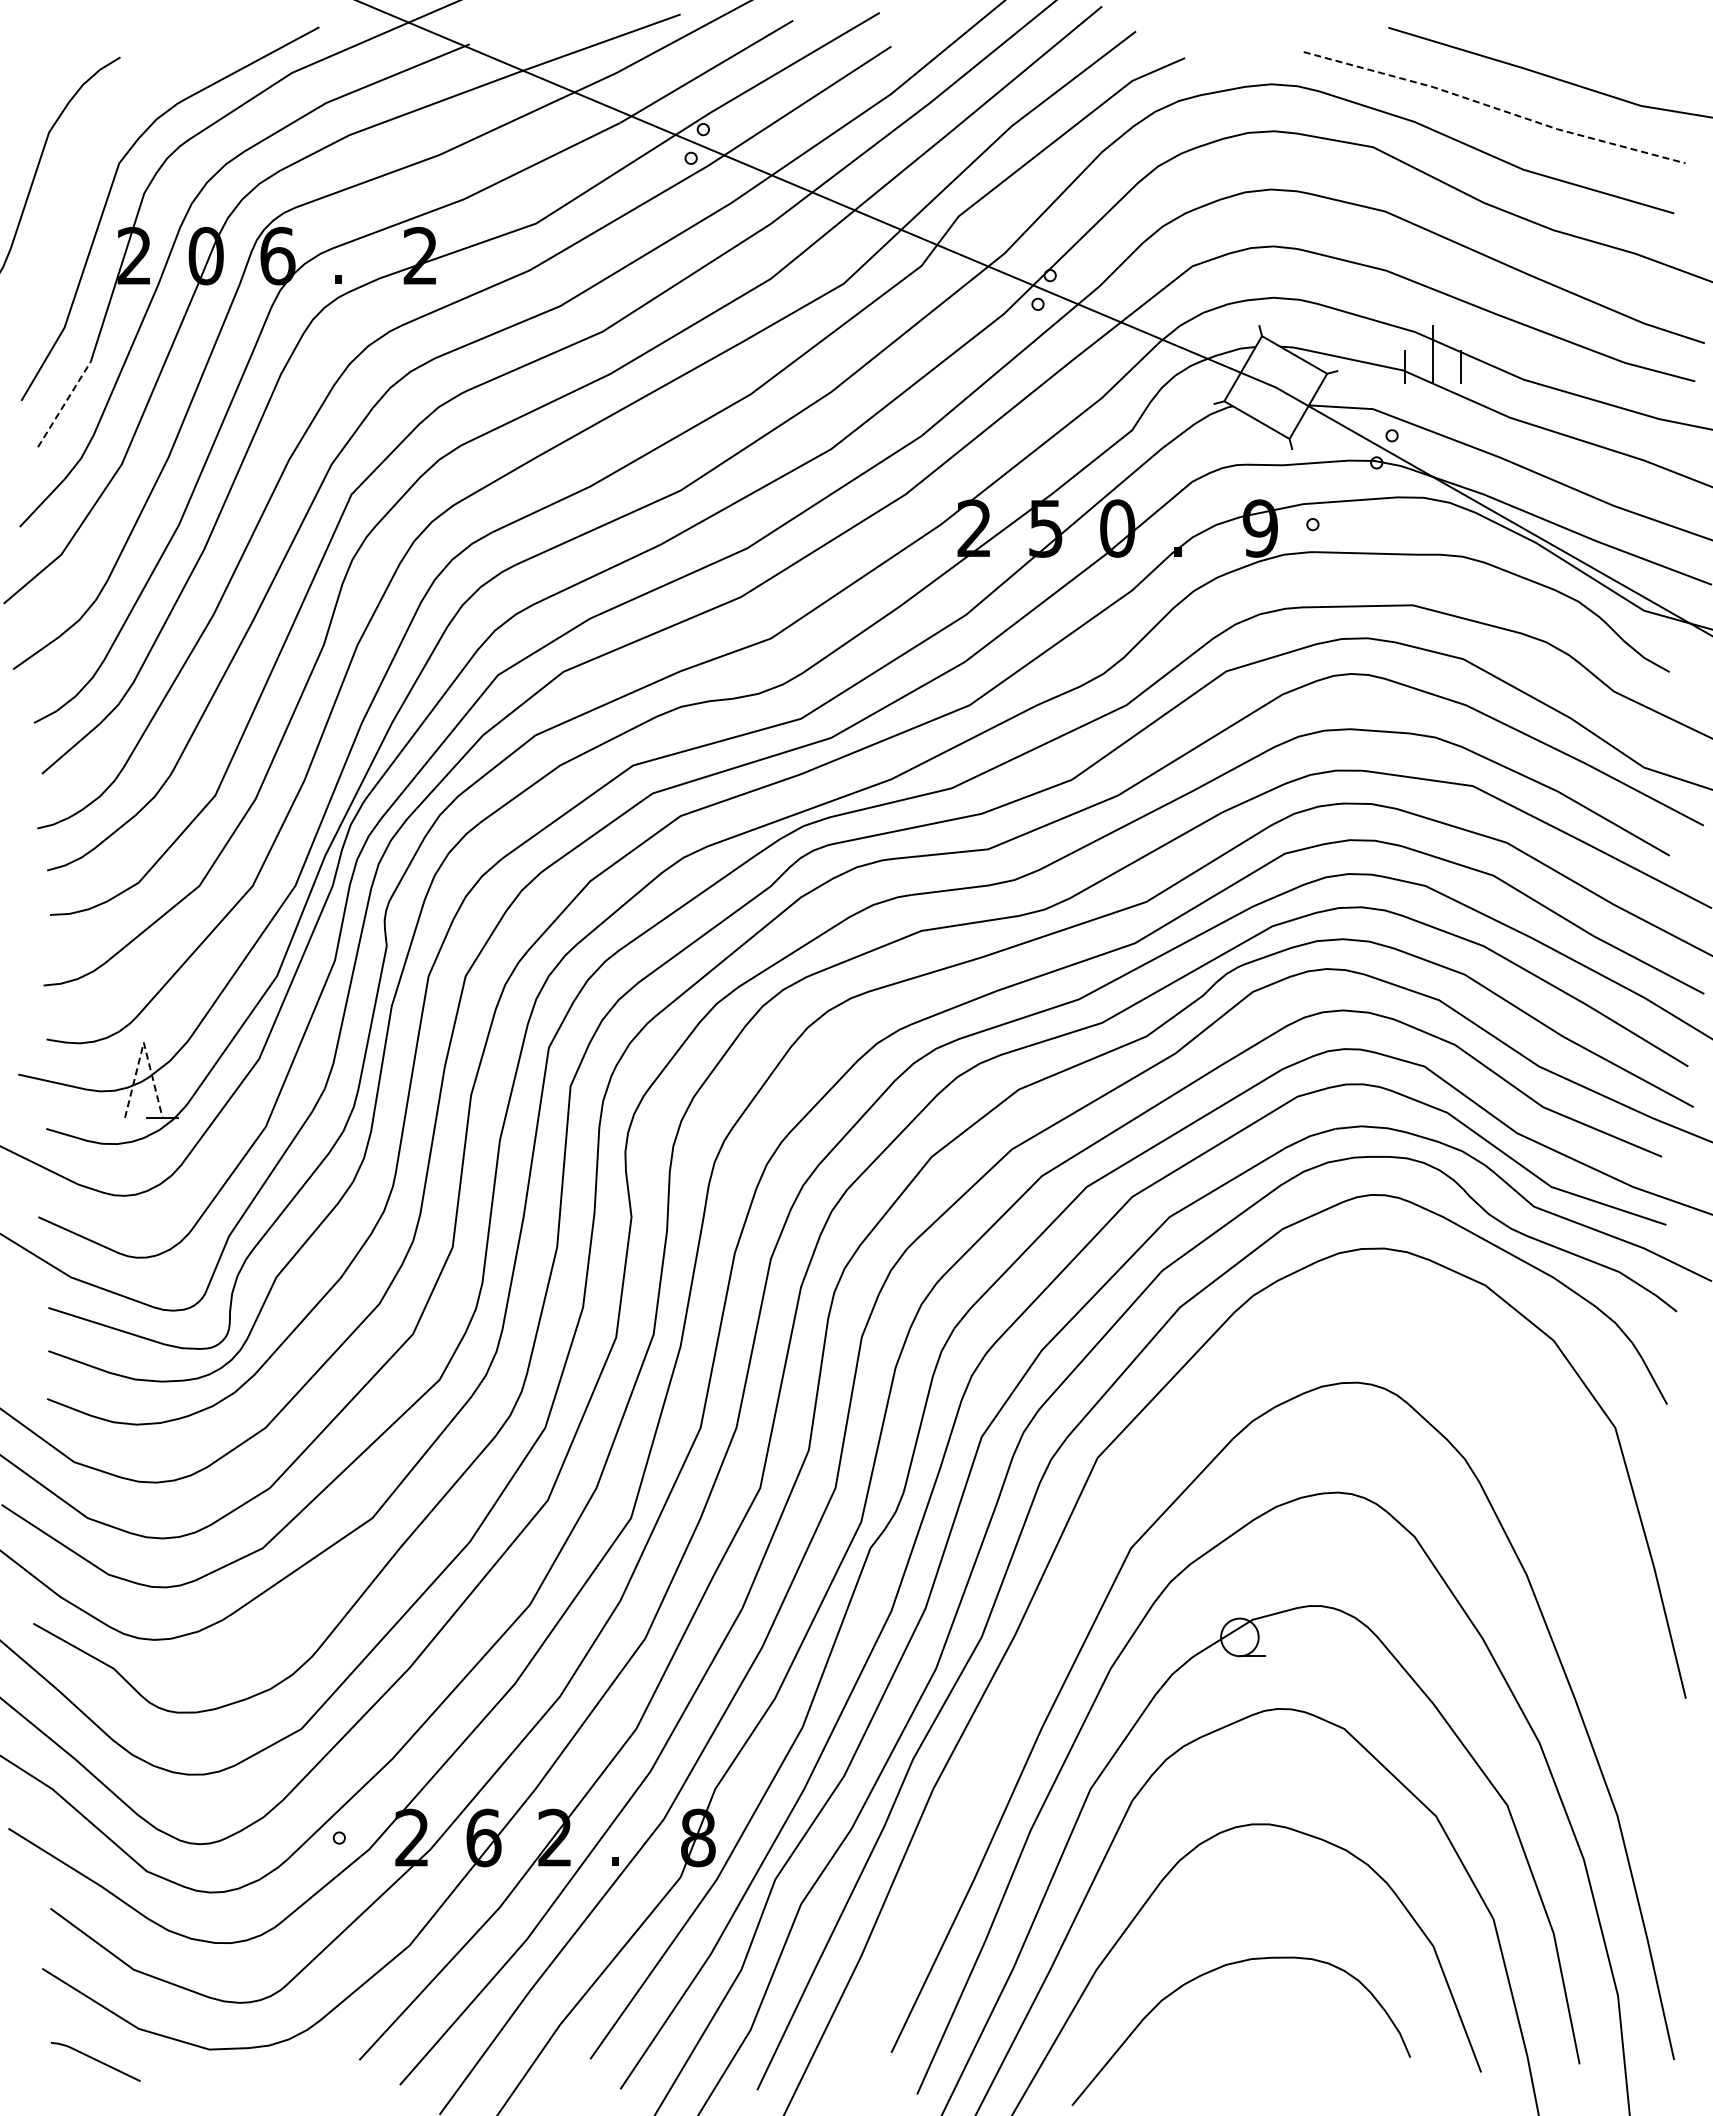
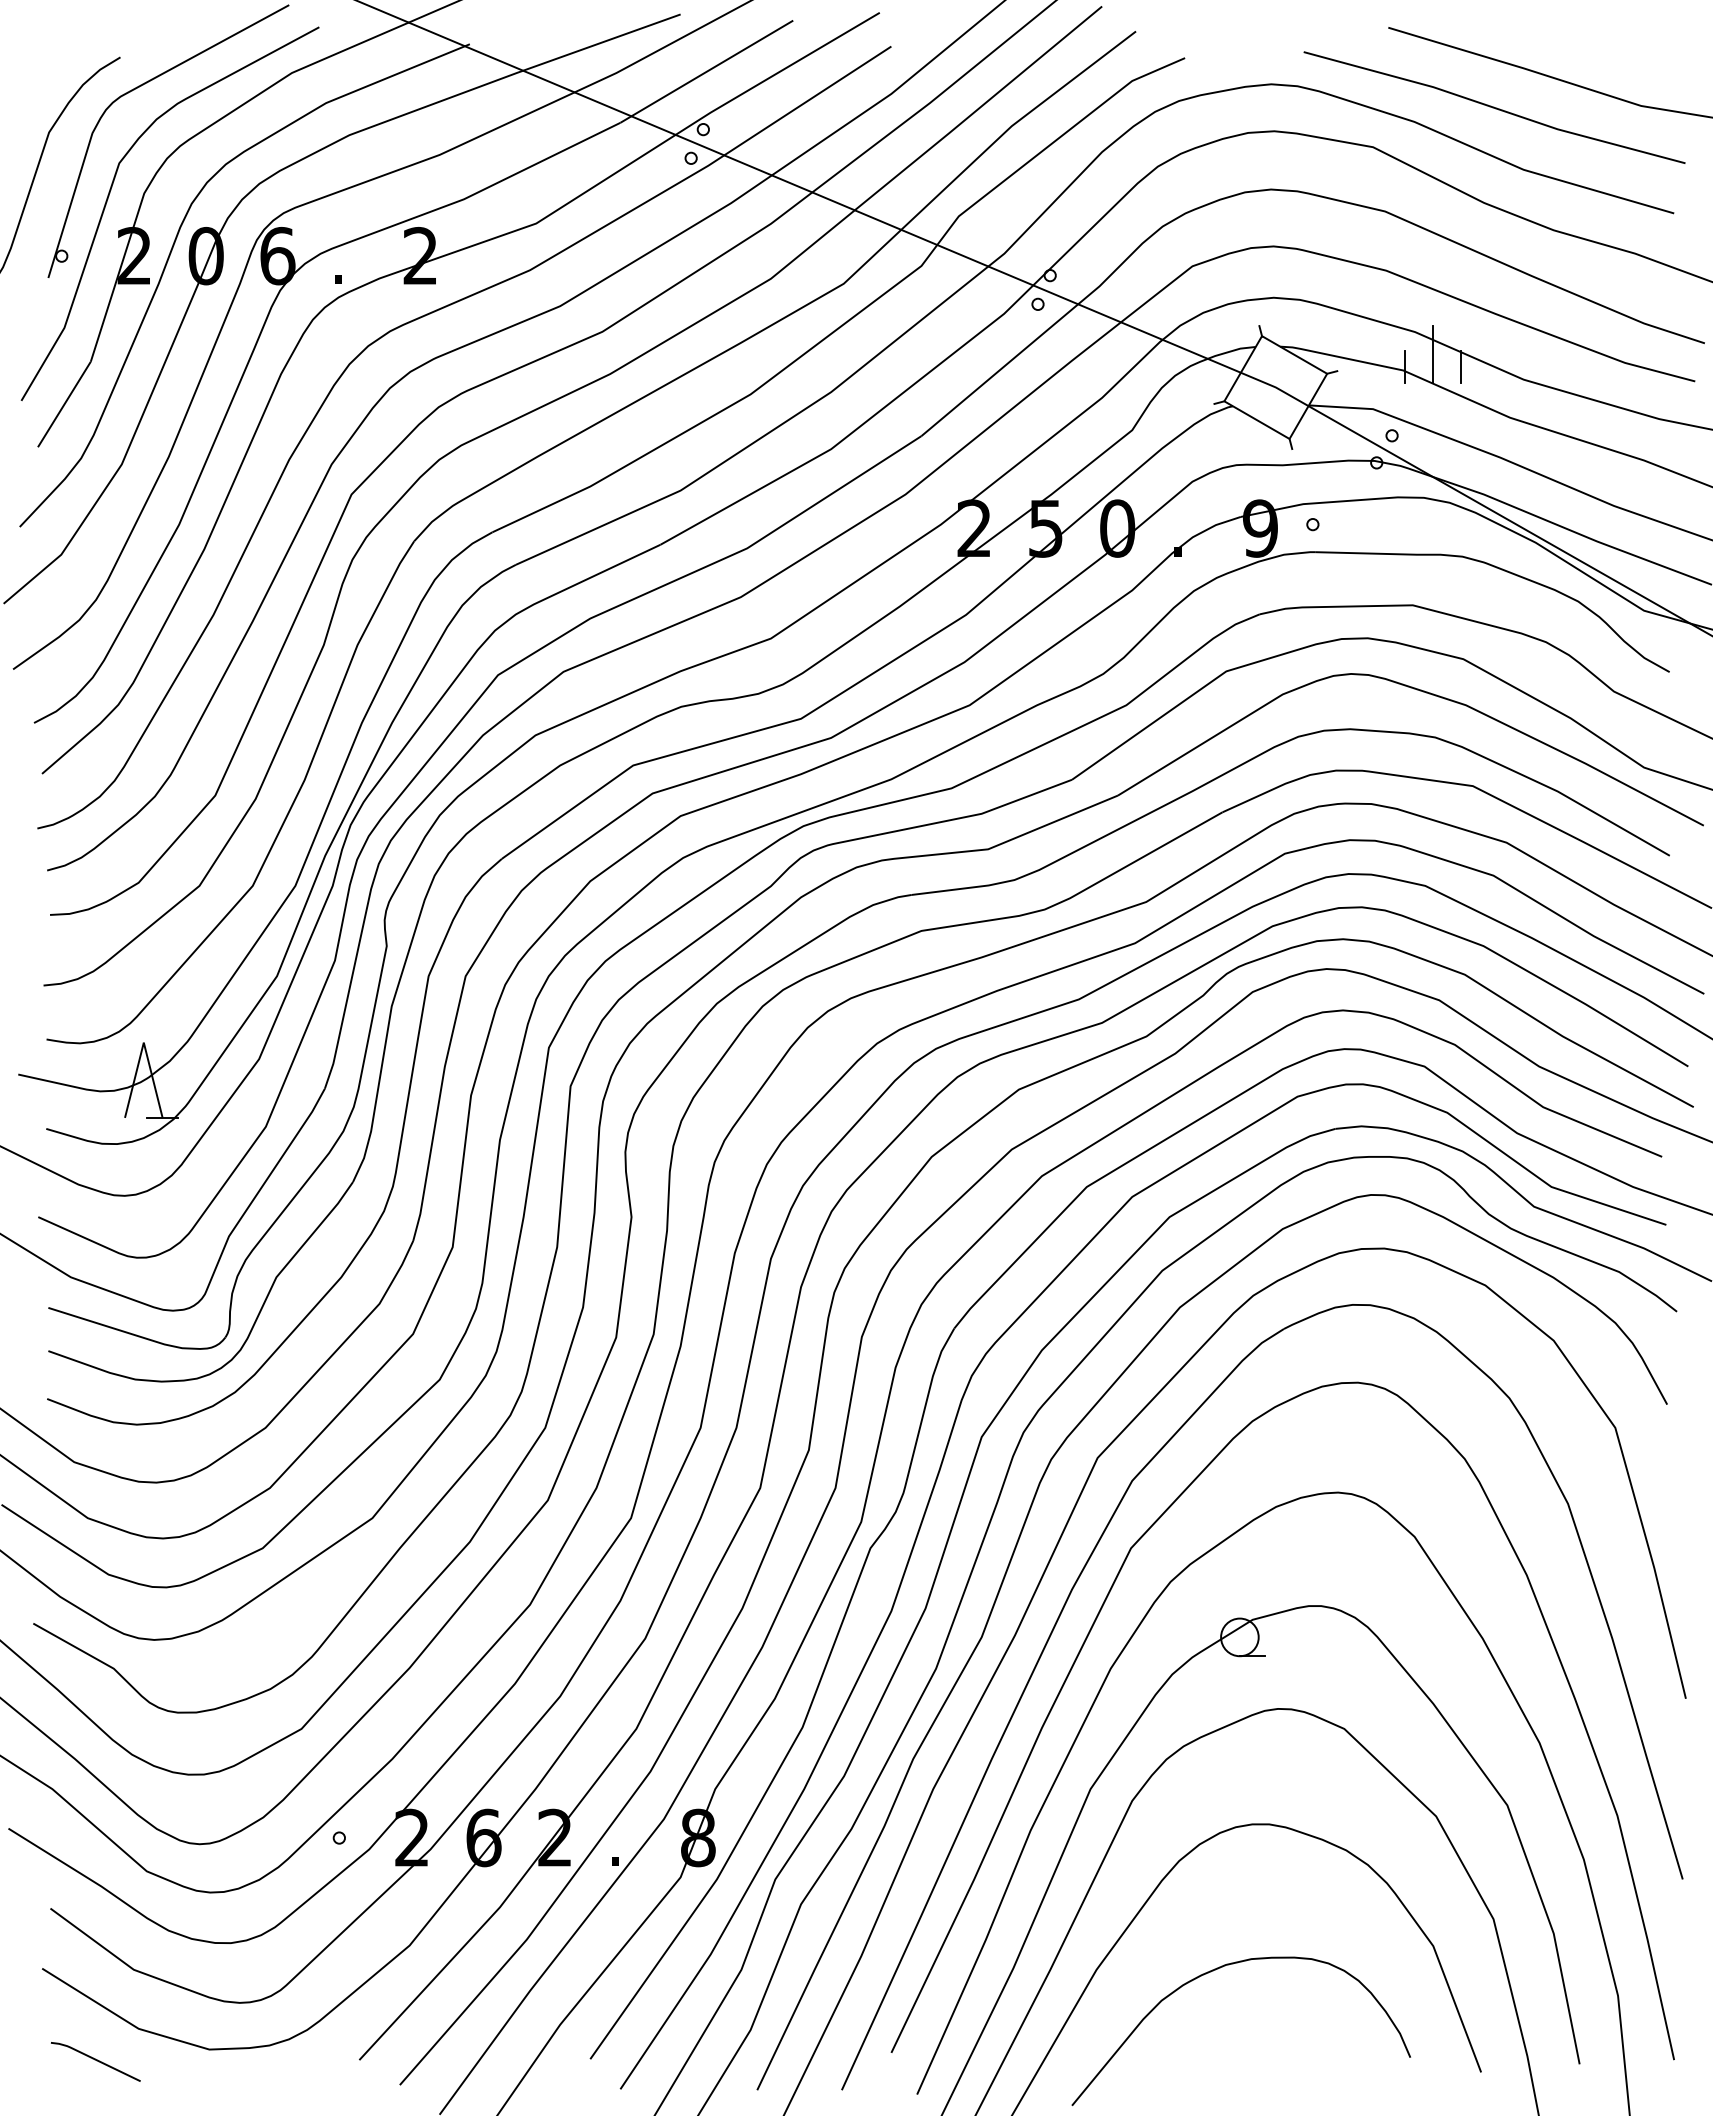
part at (136, 89): none -> present
line at (1494, 107): dashed -> solid
line at (64, 404): dashed -> solid
line at (143, 1042): dashed -> solid
part at (1064, 1608): none -> present
